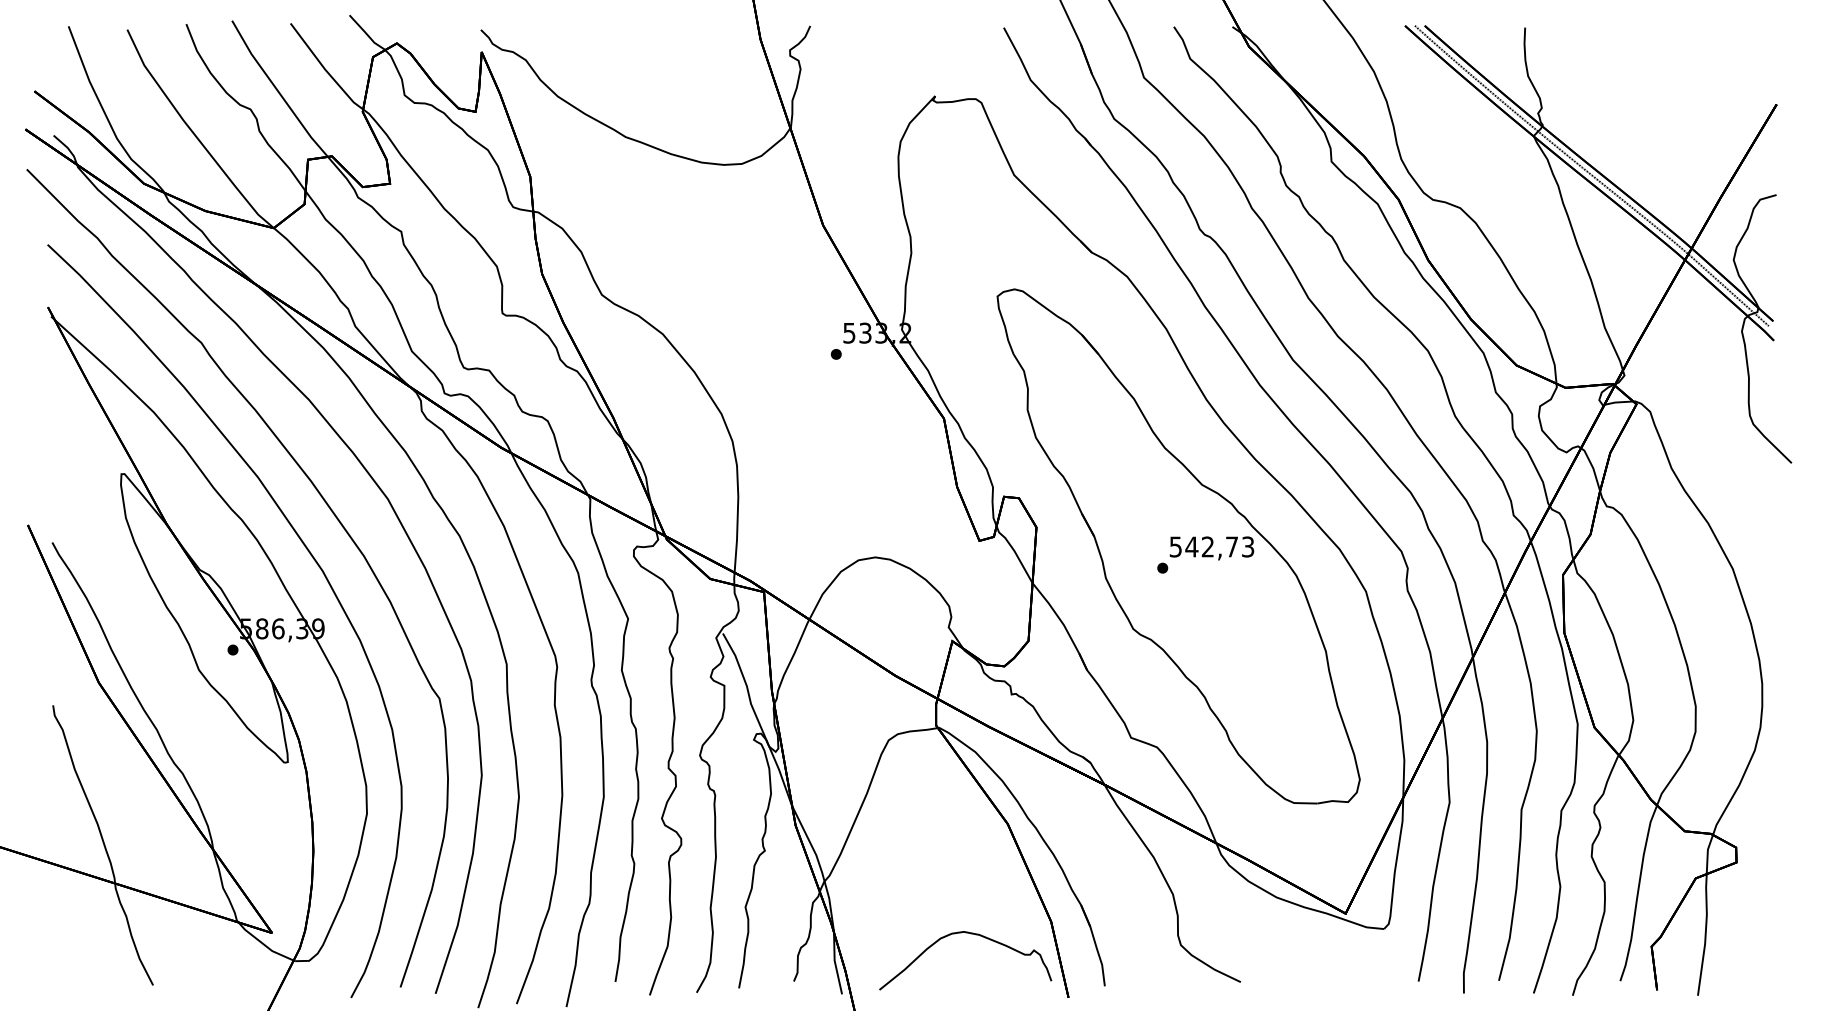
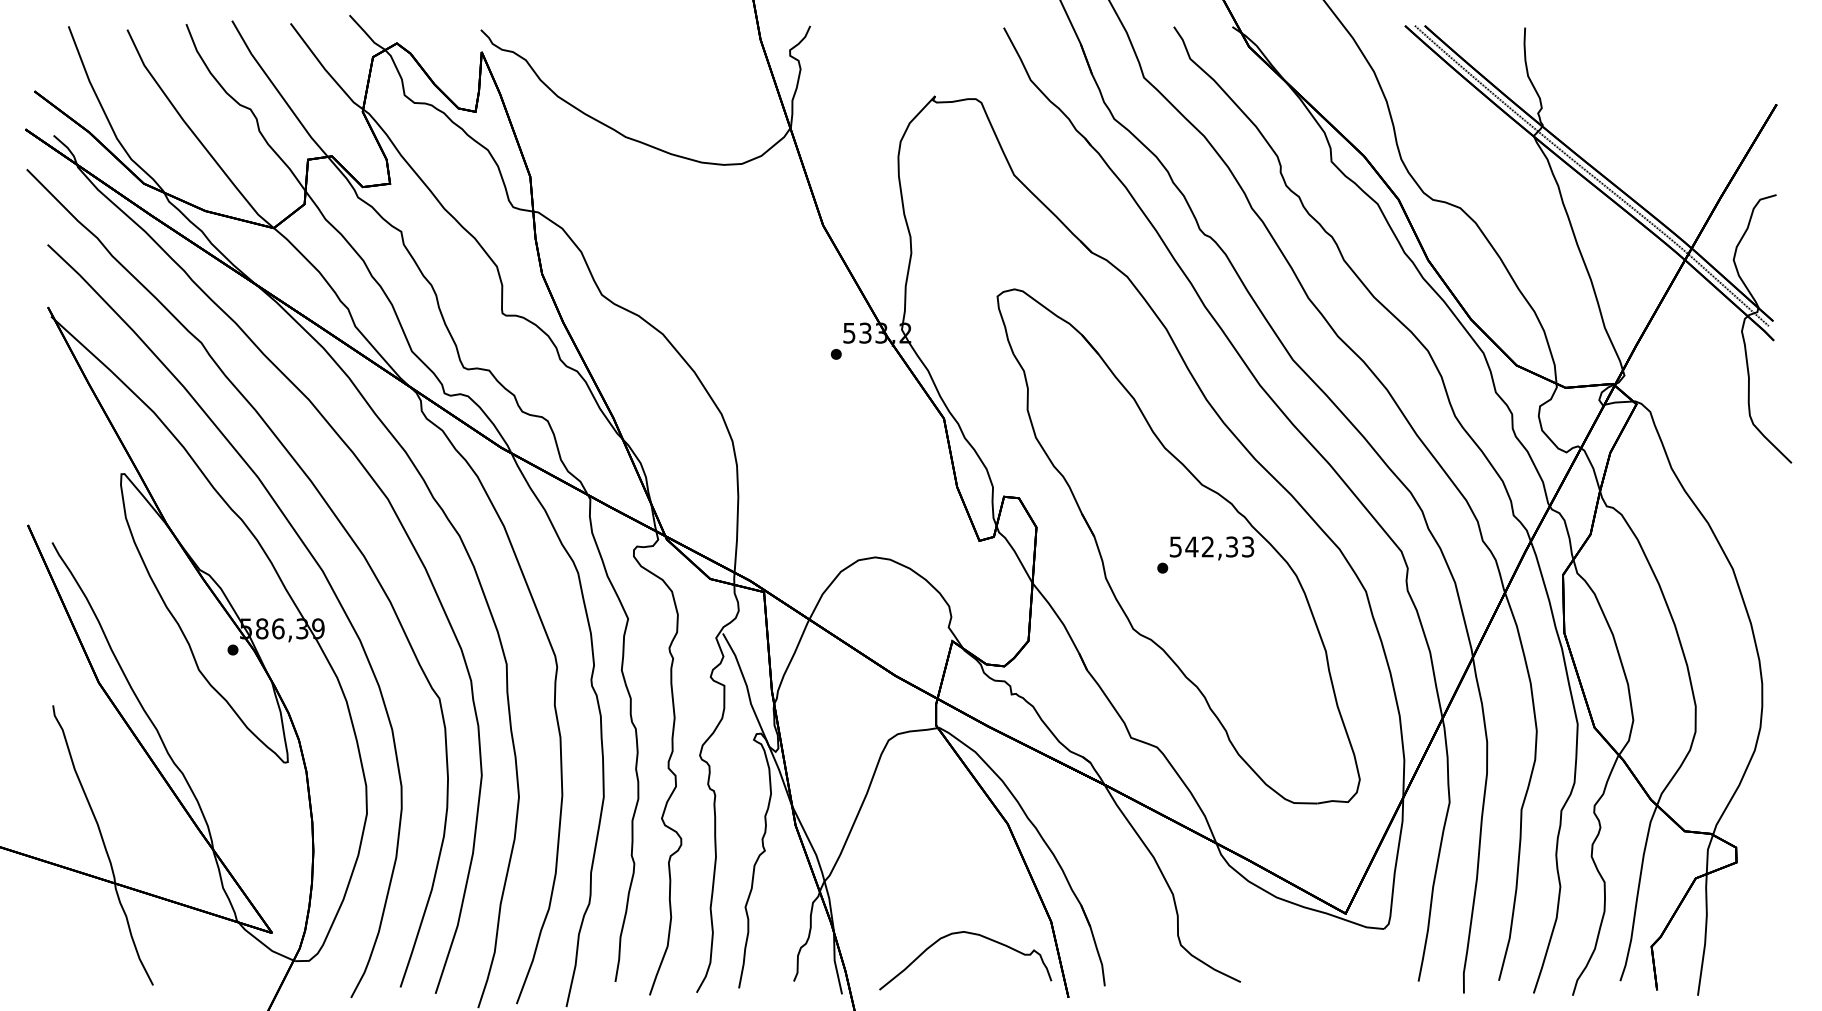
text at (1232, 546): 542,73 -> 542,33
